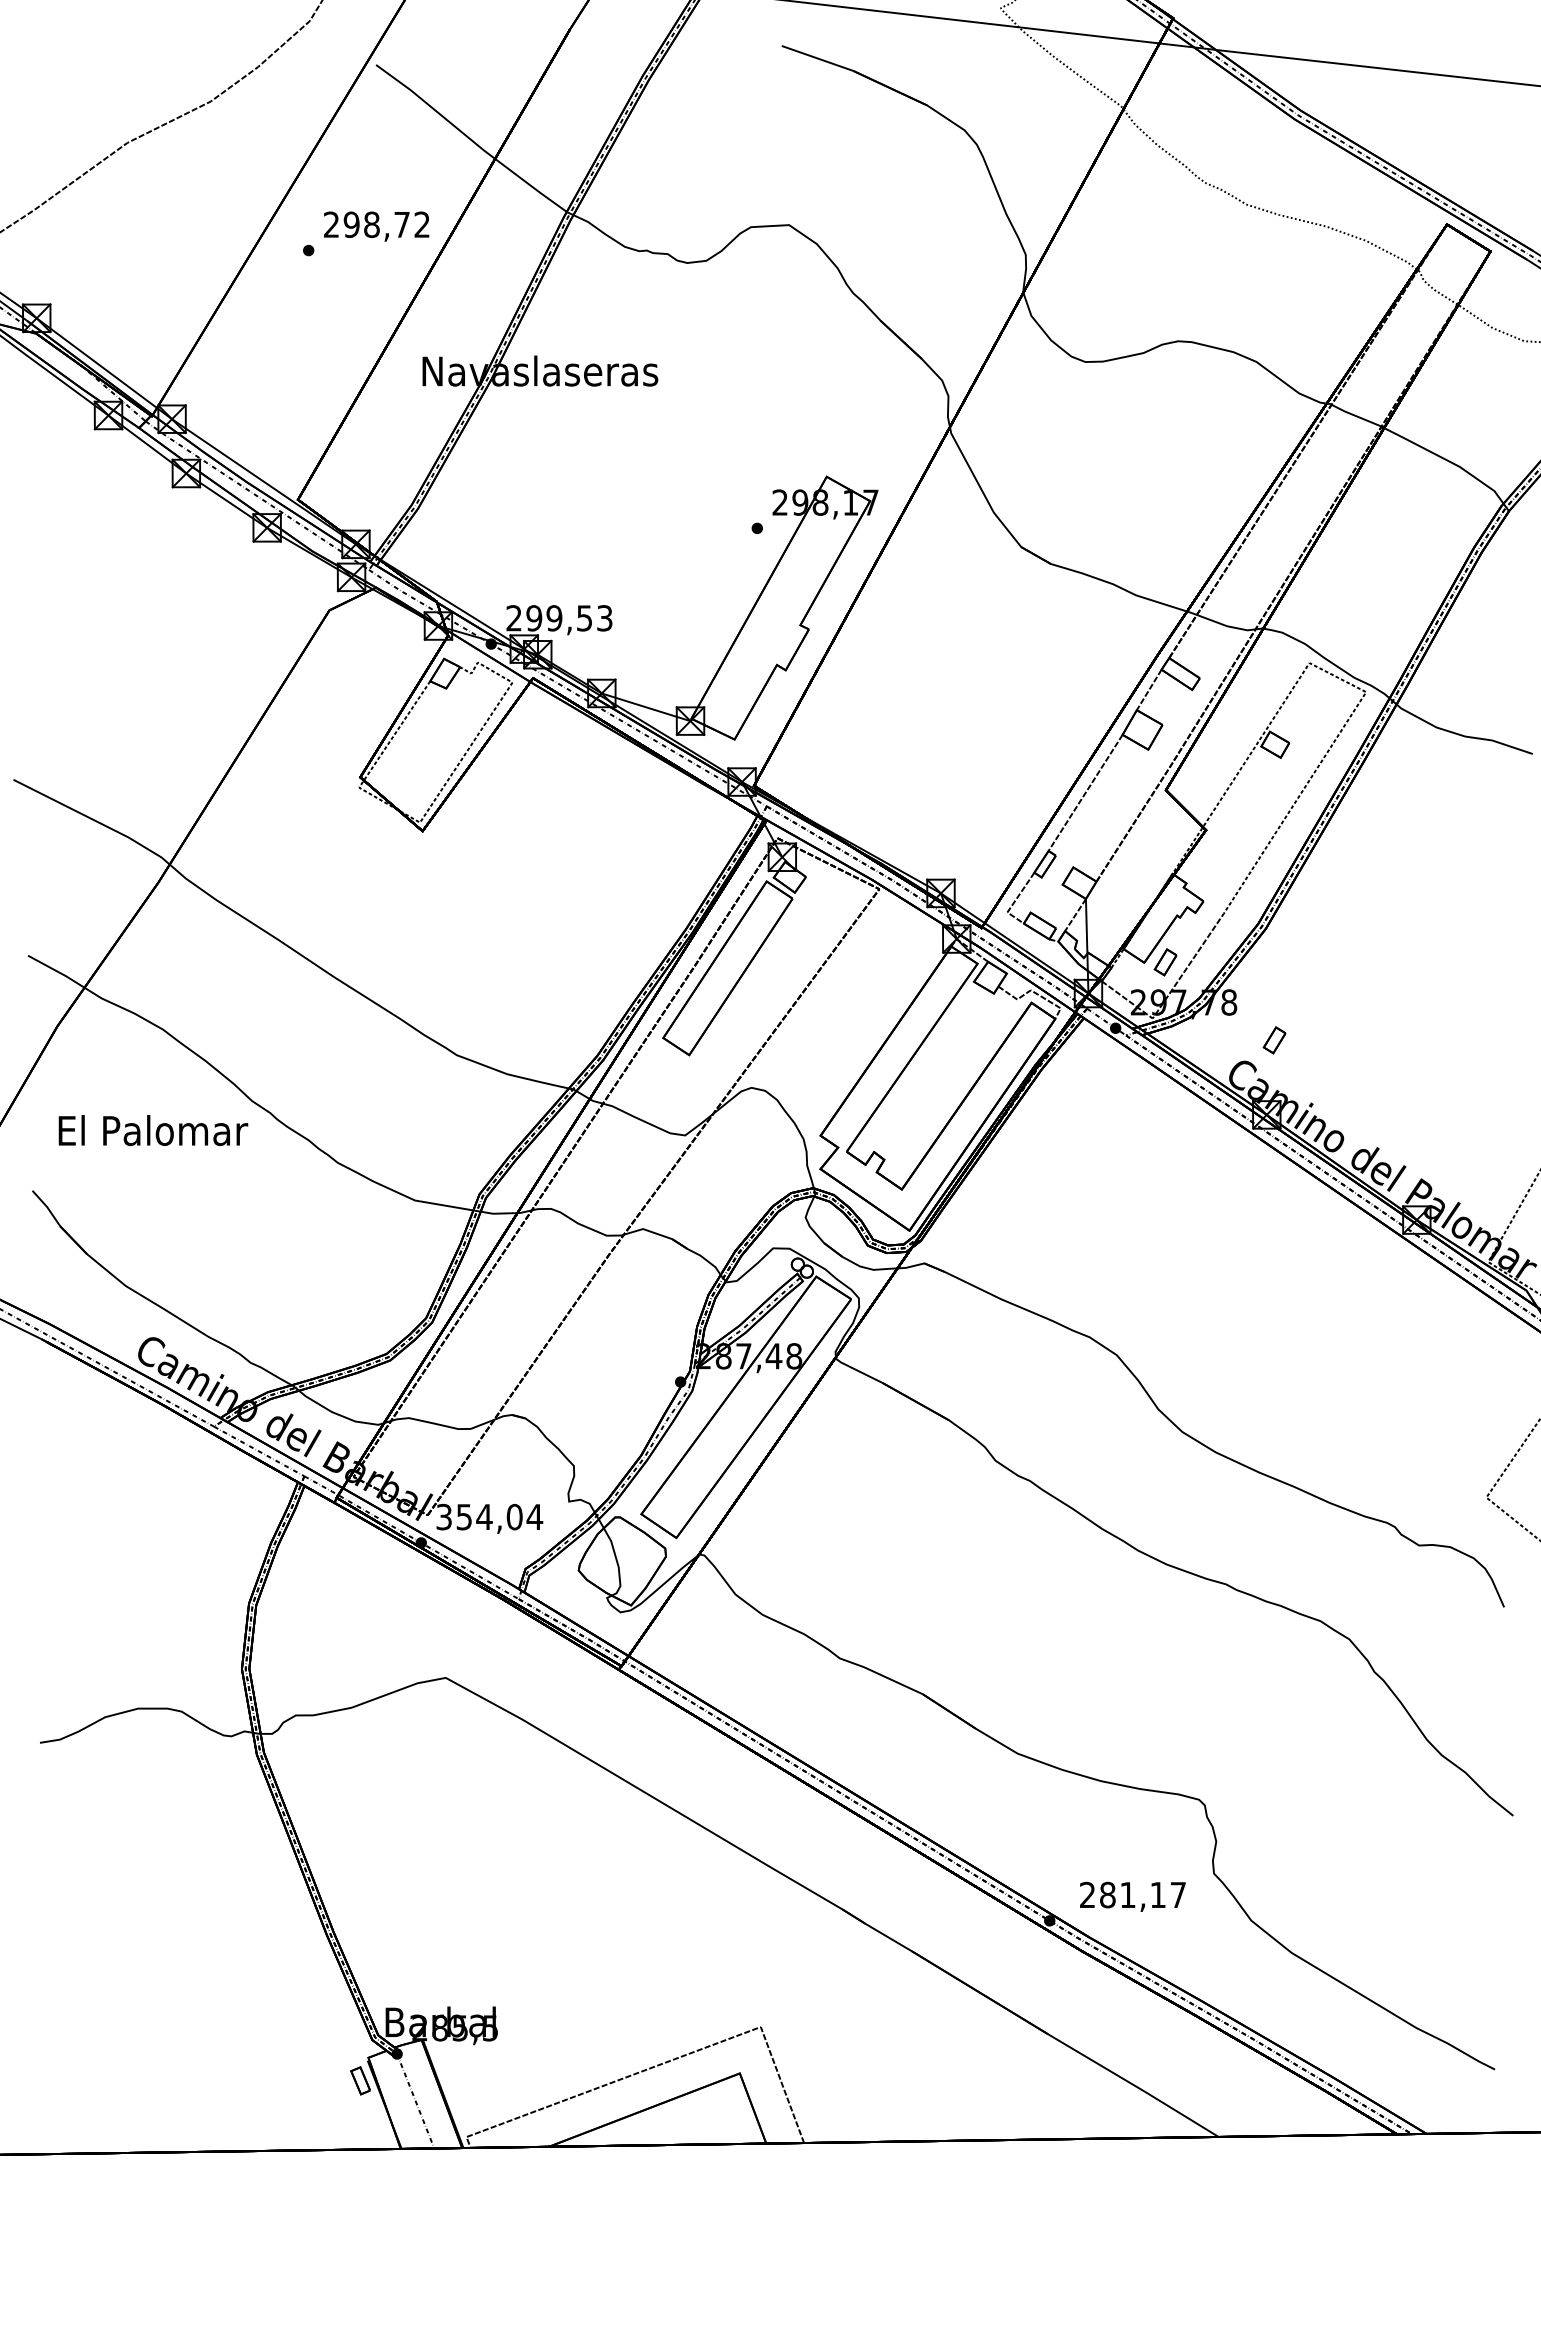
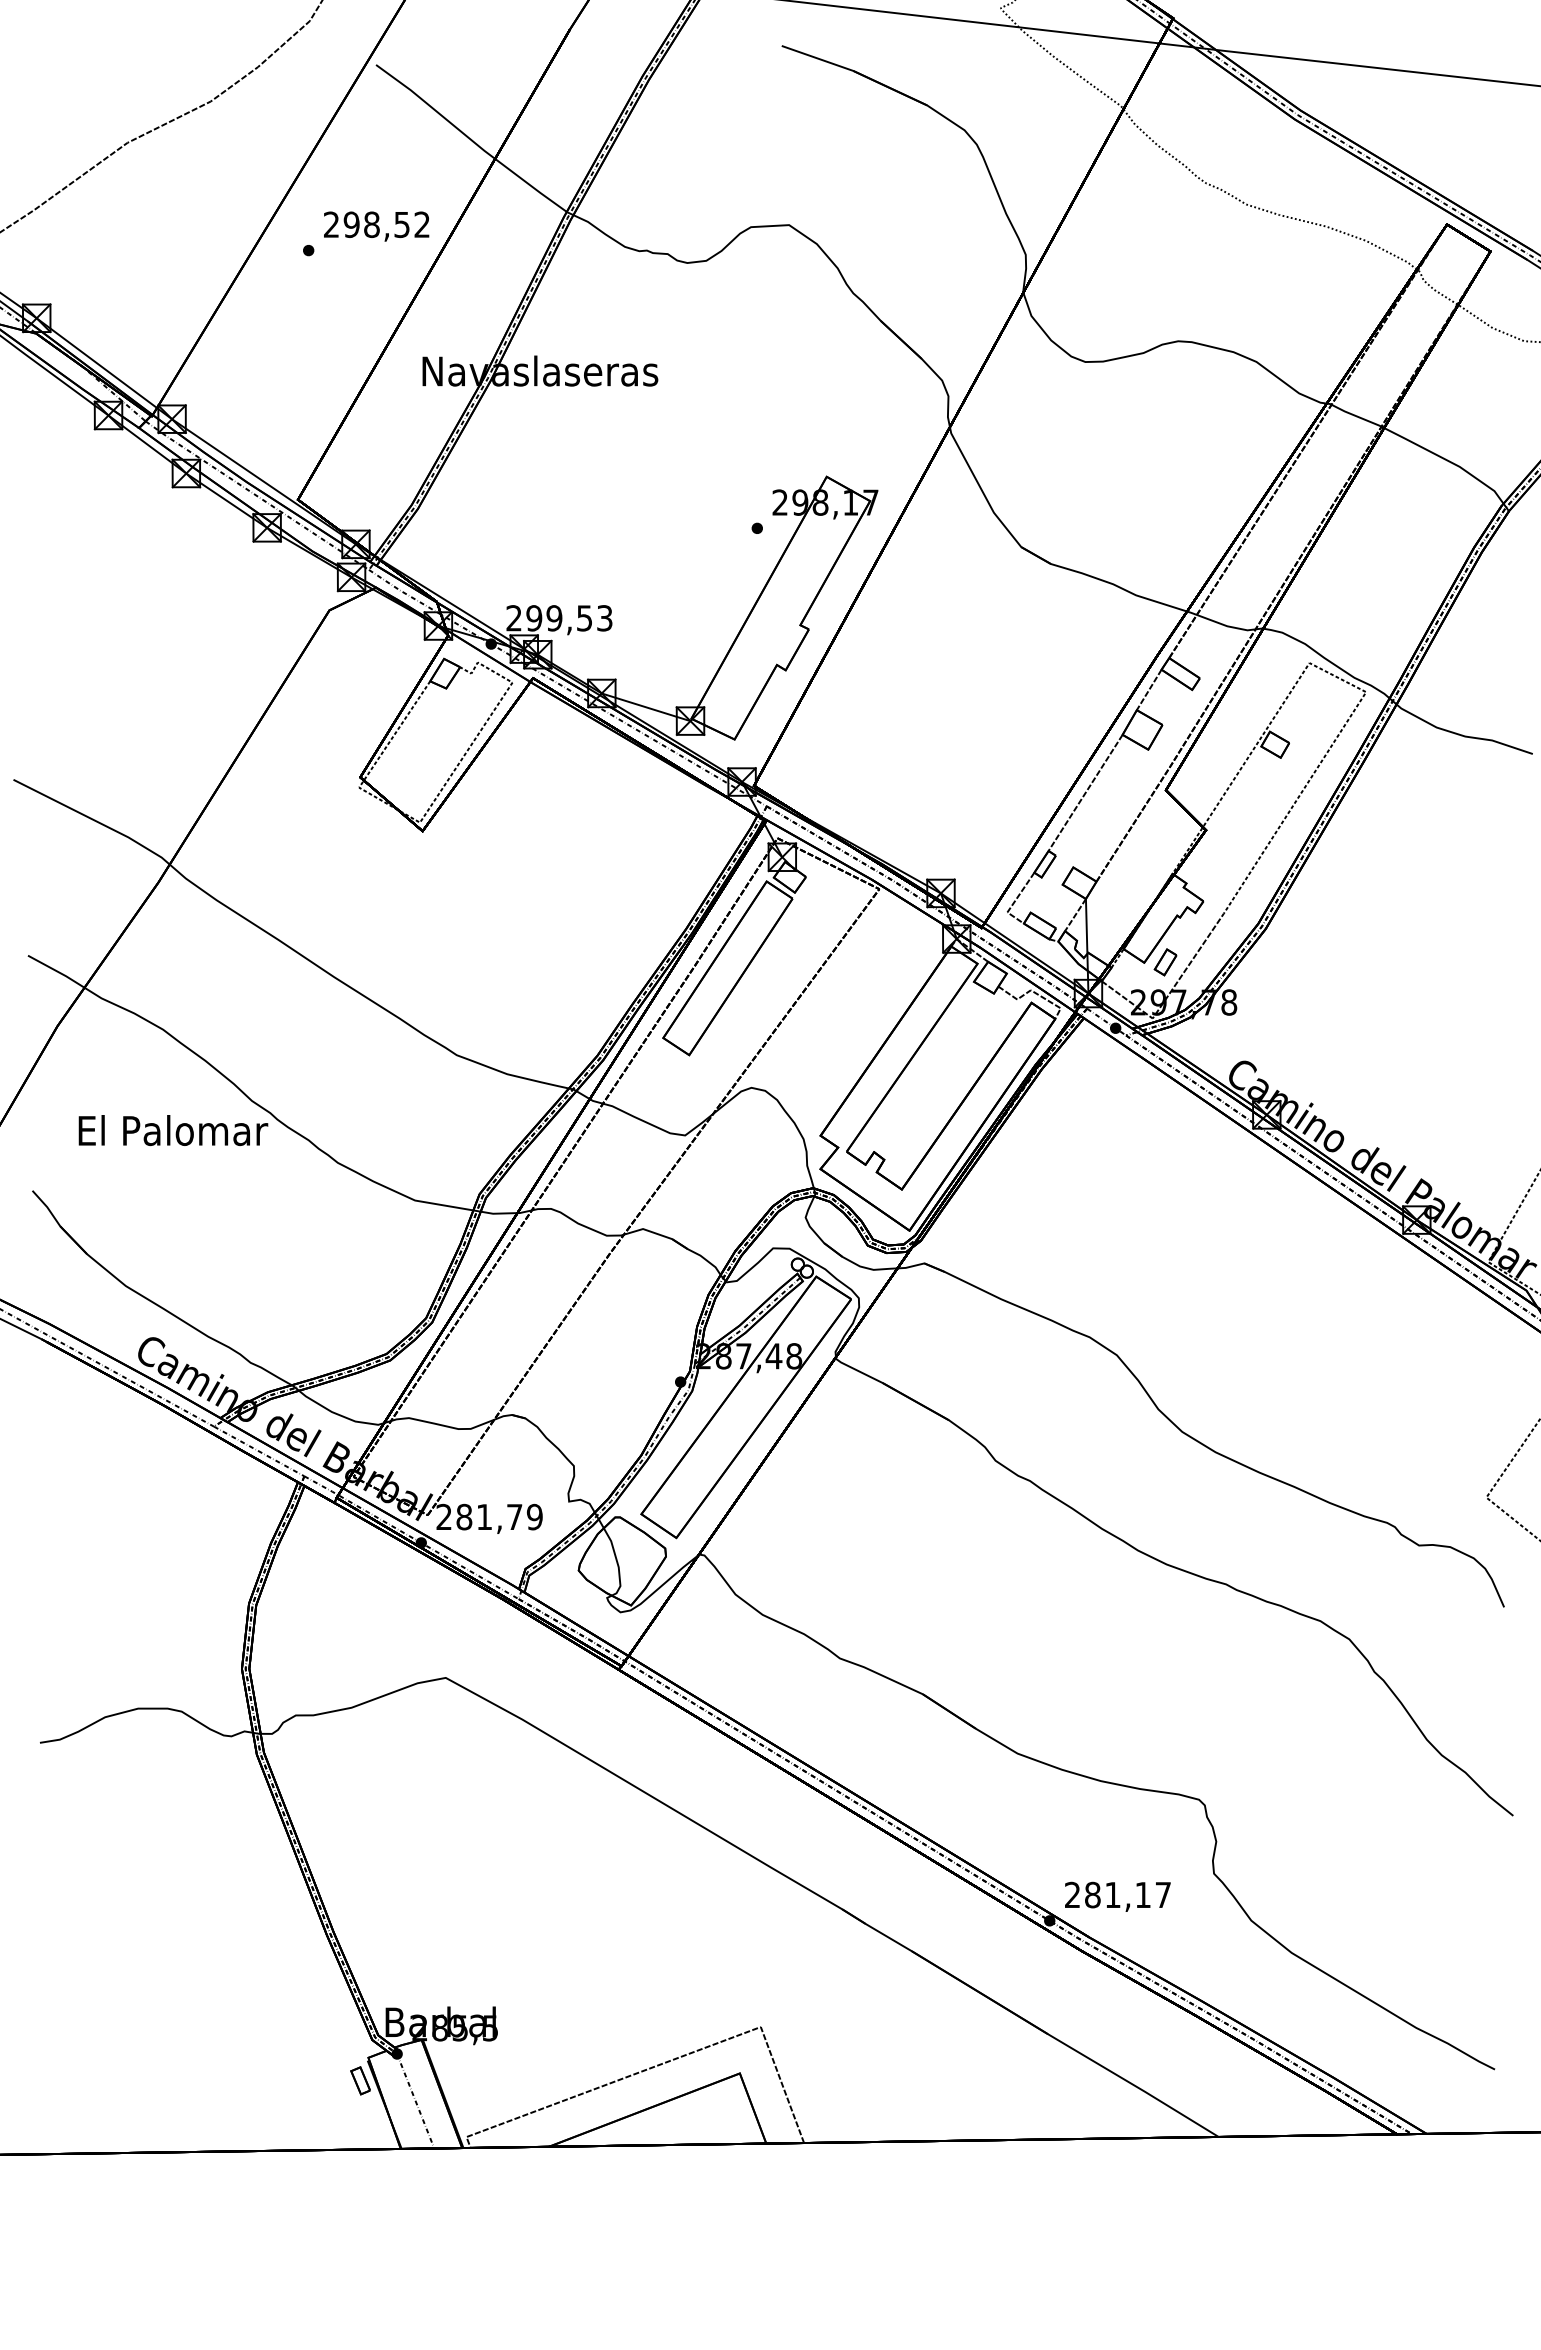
text at (401, 225): 298,72 -> 298,52
part at (1274, 1040): present -> none
text at (153, 1130) position: (153, 1130) -> (173, 1130)
text at (489, 1516): 354,04 -> 281,79
text at (1132, 1896) position: (1132, 1896) -> (1117, 1896)
